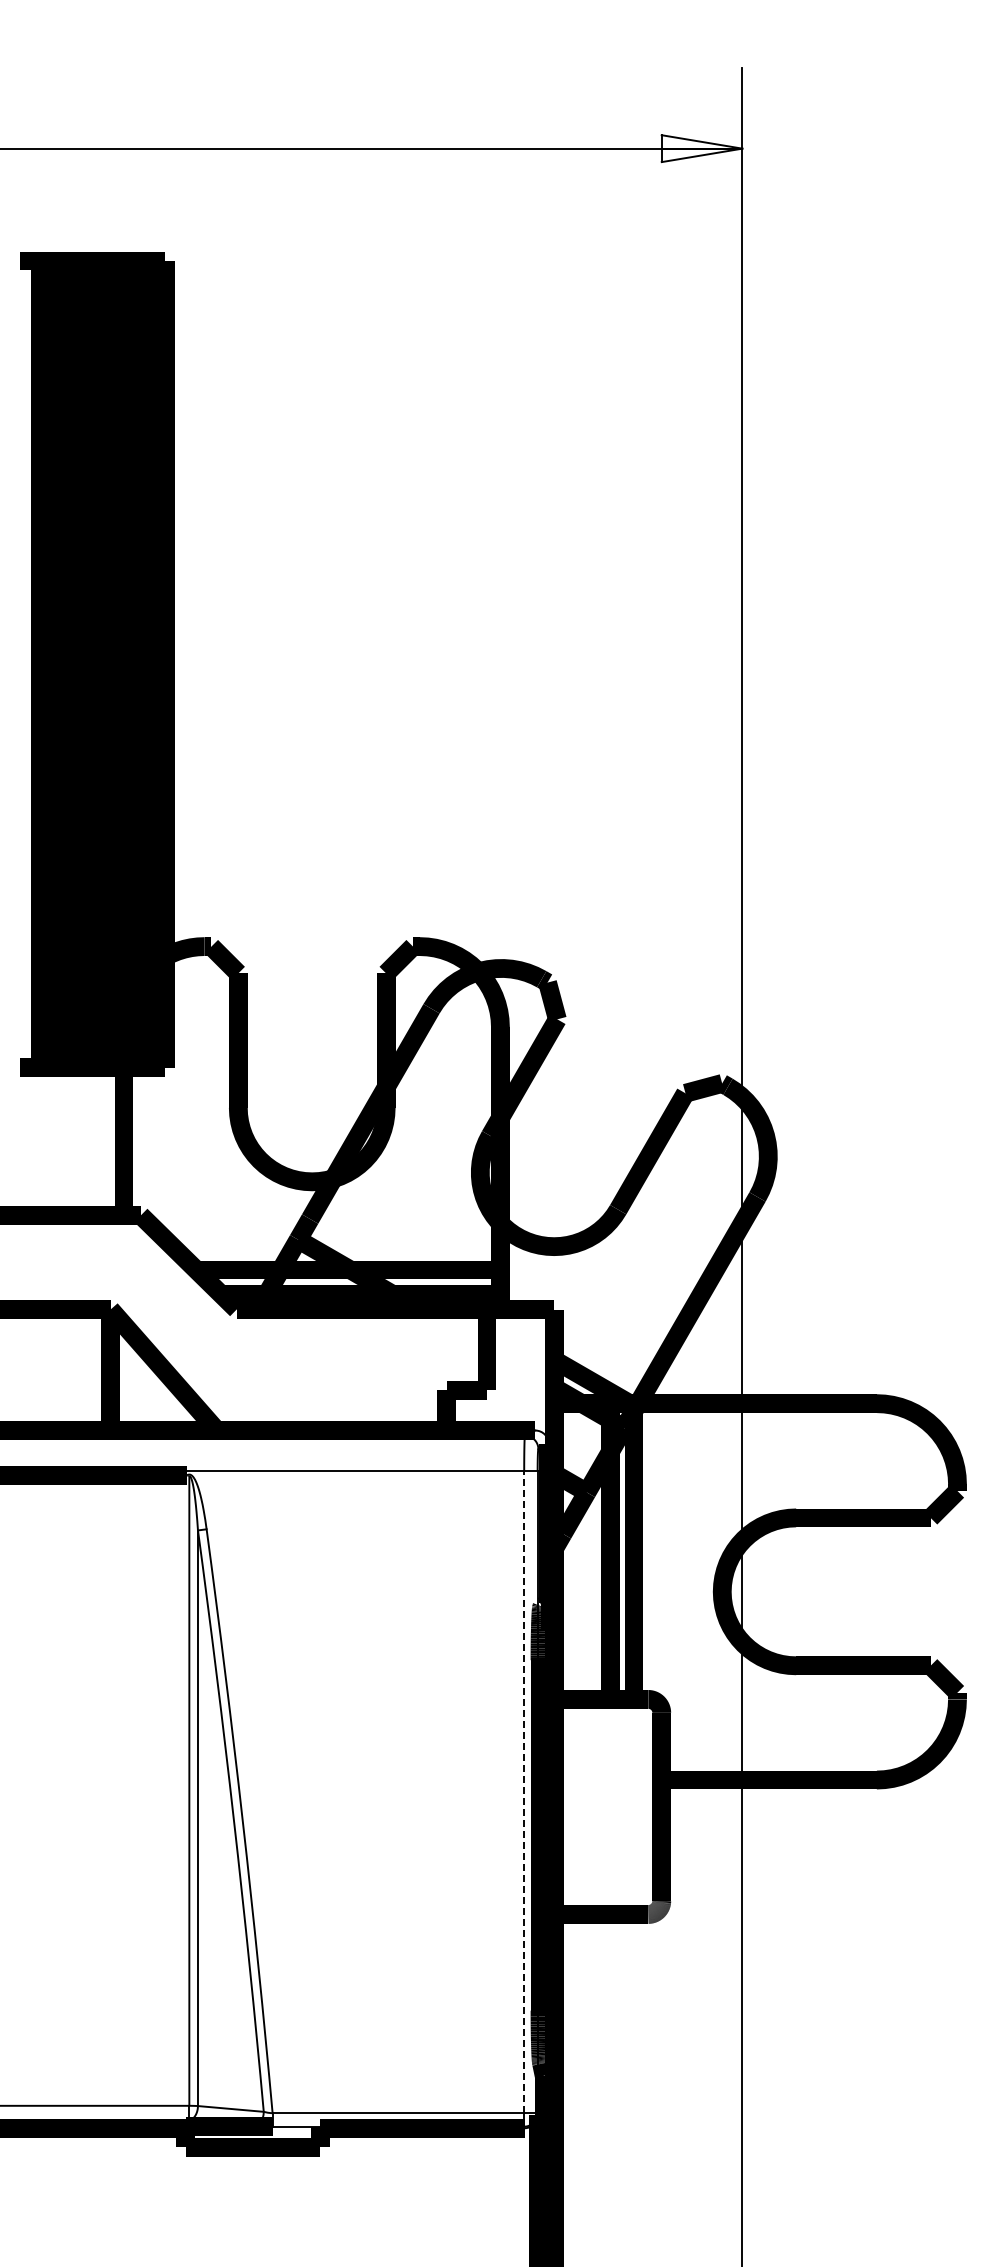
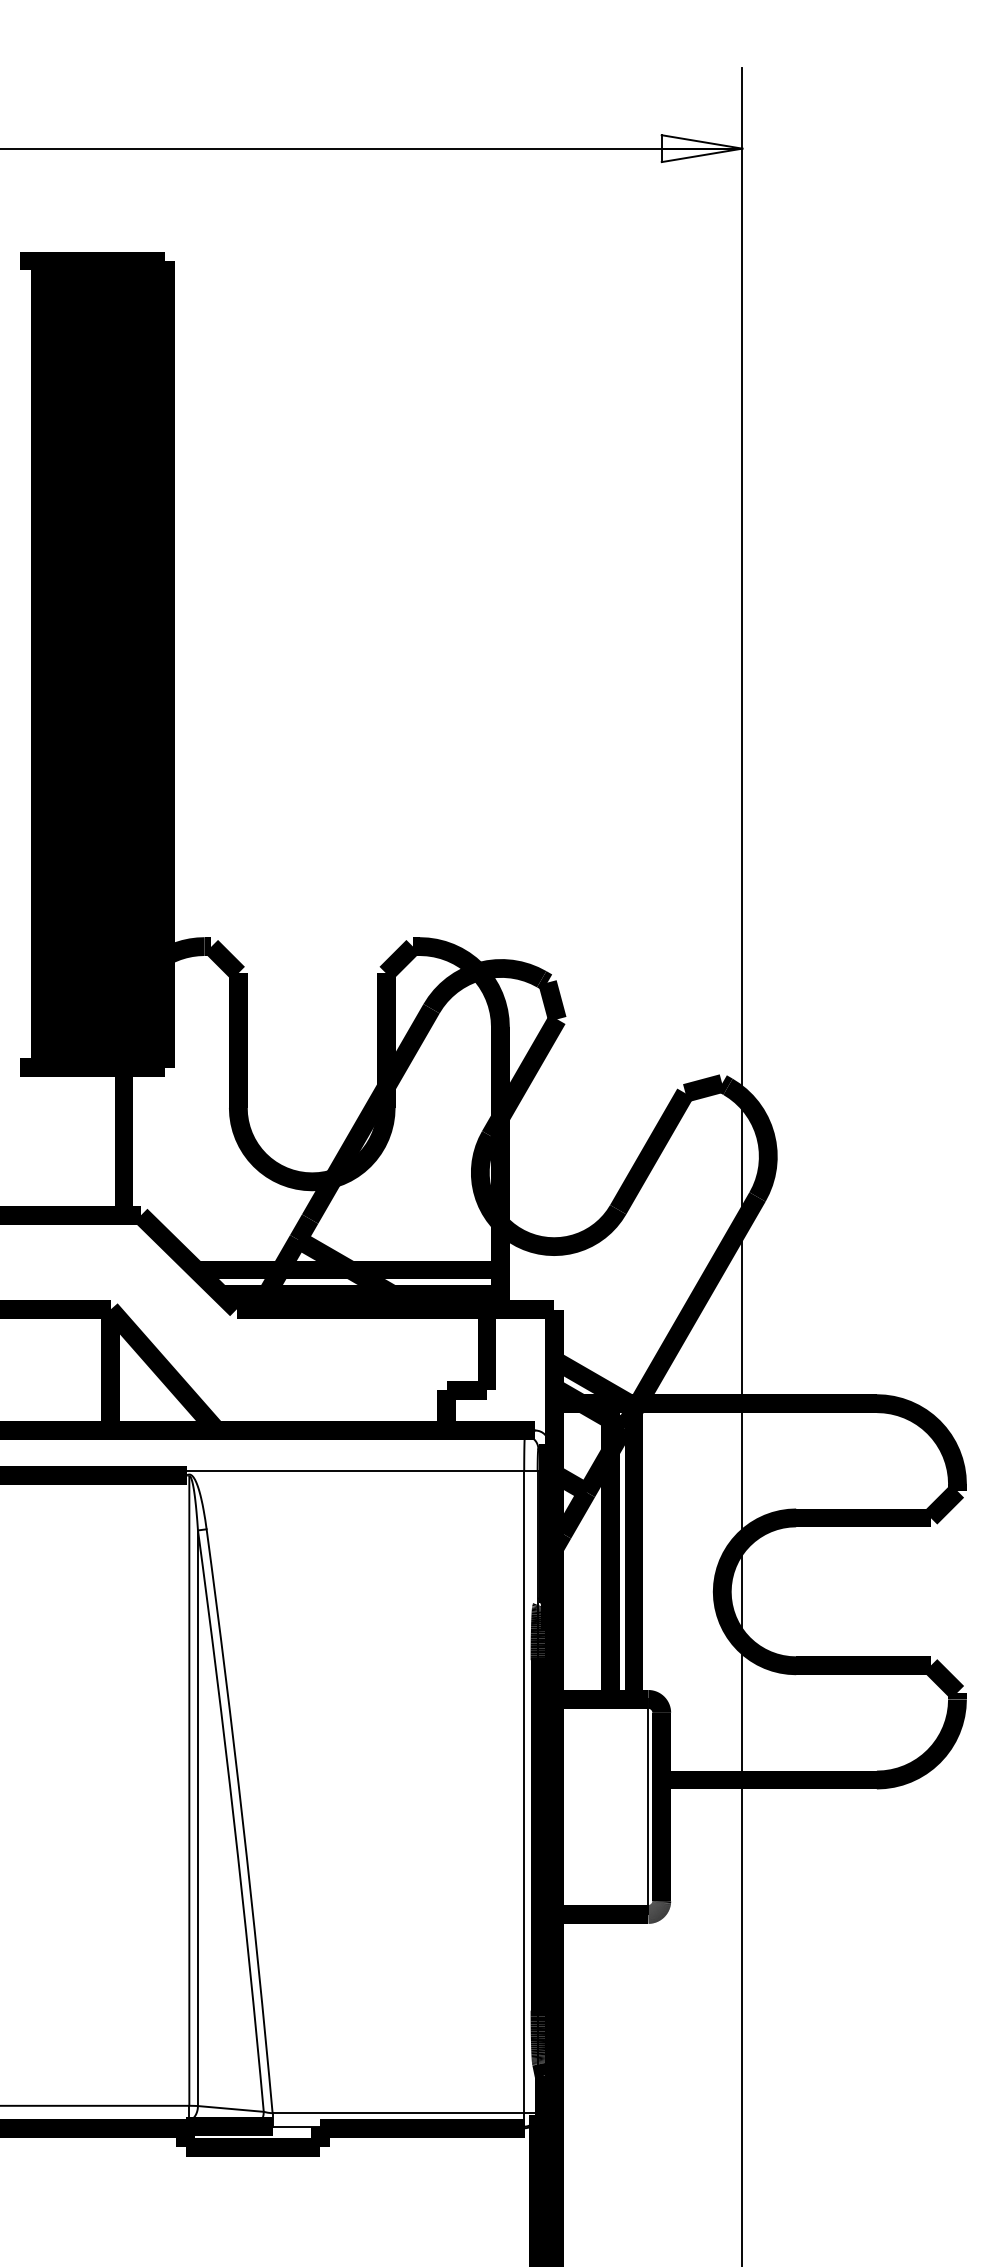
line at (524, 1791): dashed -> solid
line at (648, 1806): none -> present
